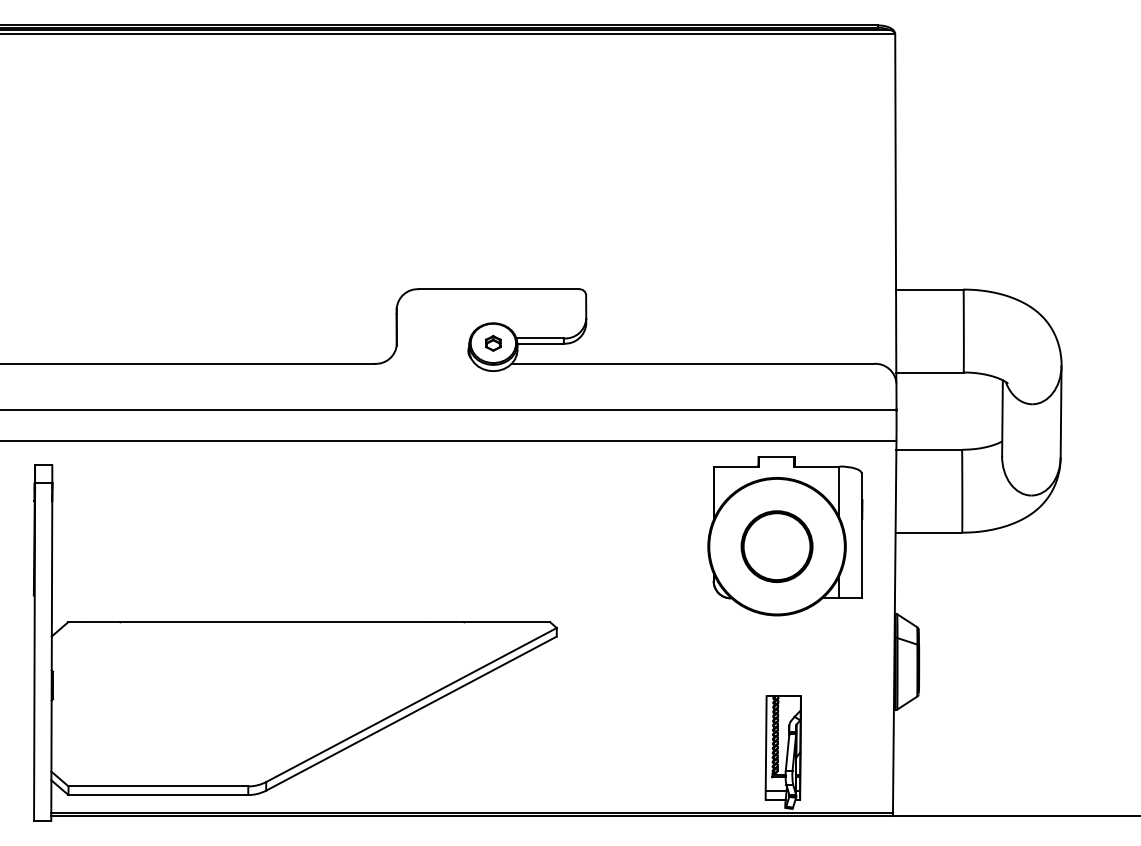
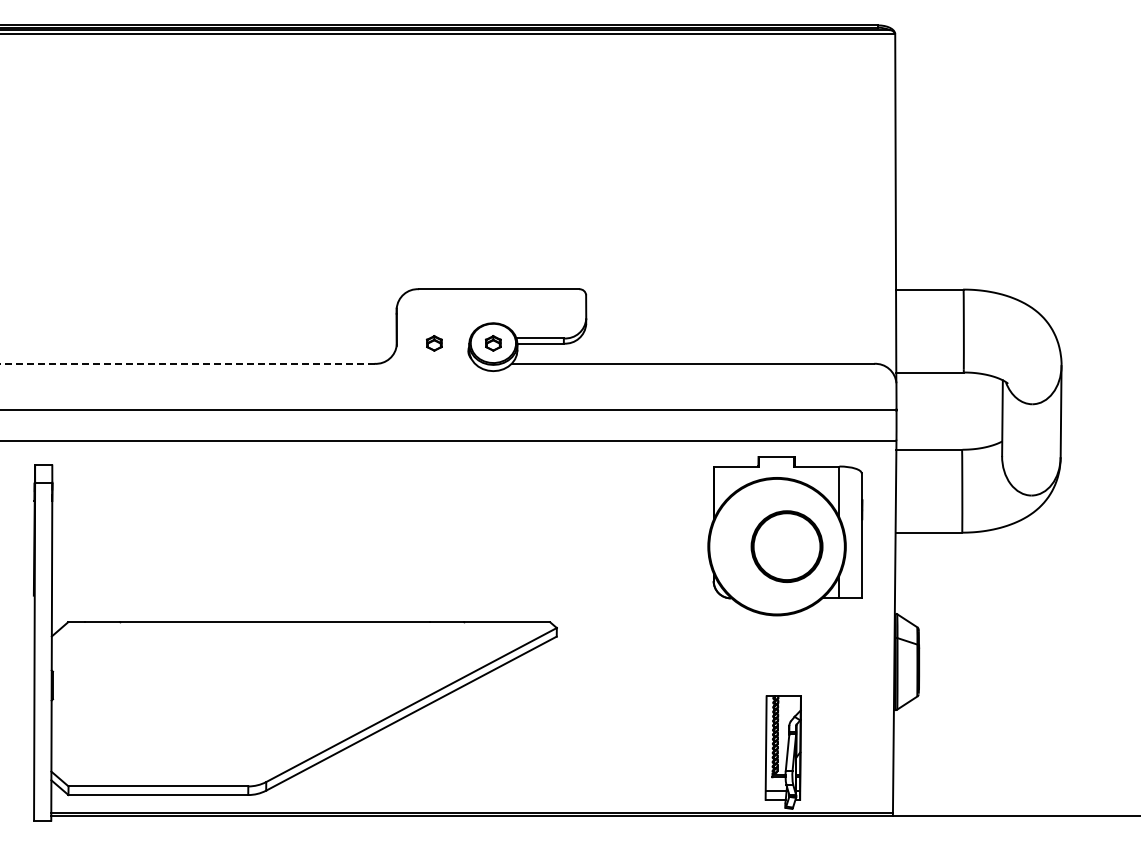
part at (433, 343): none -> present
line at (187, 363): solid -> dashed
part at (776, 546) position: (776, 546) -> (786, 546)
